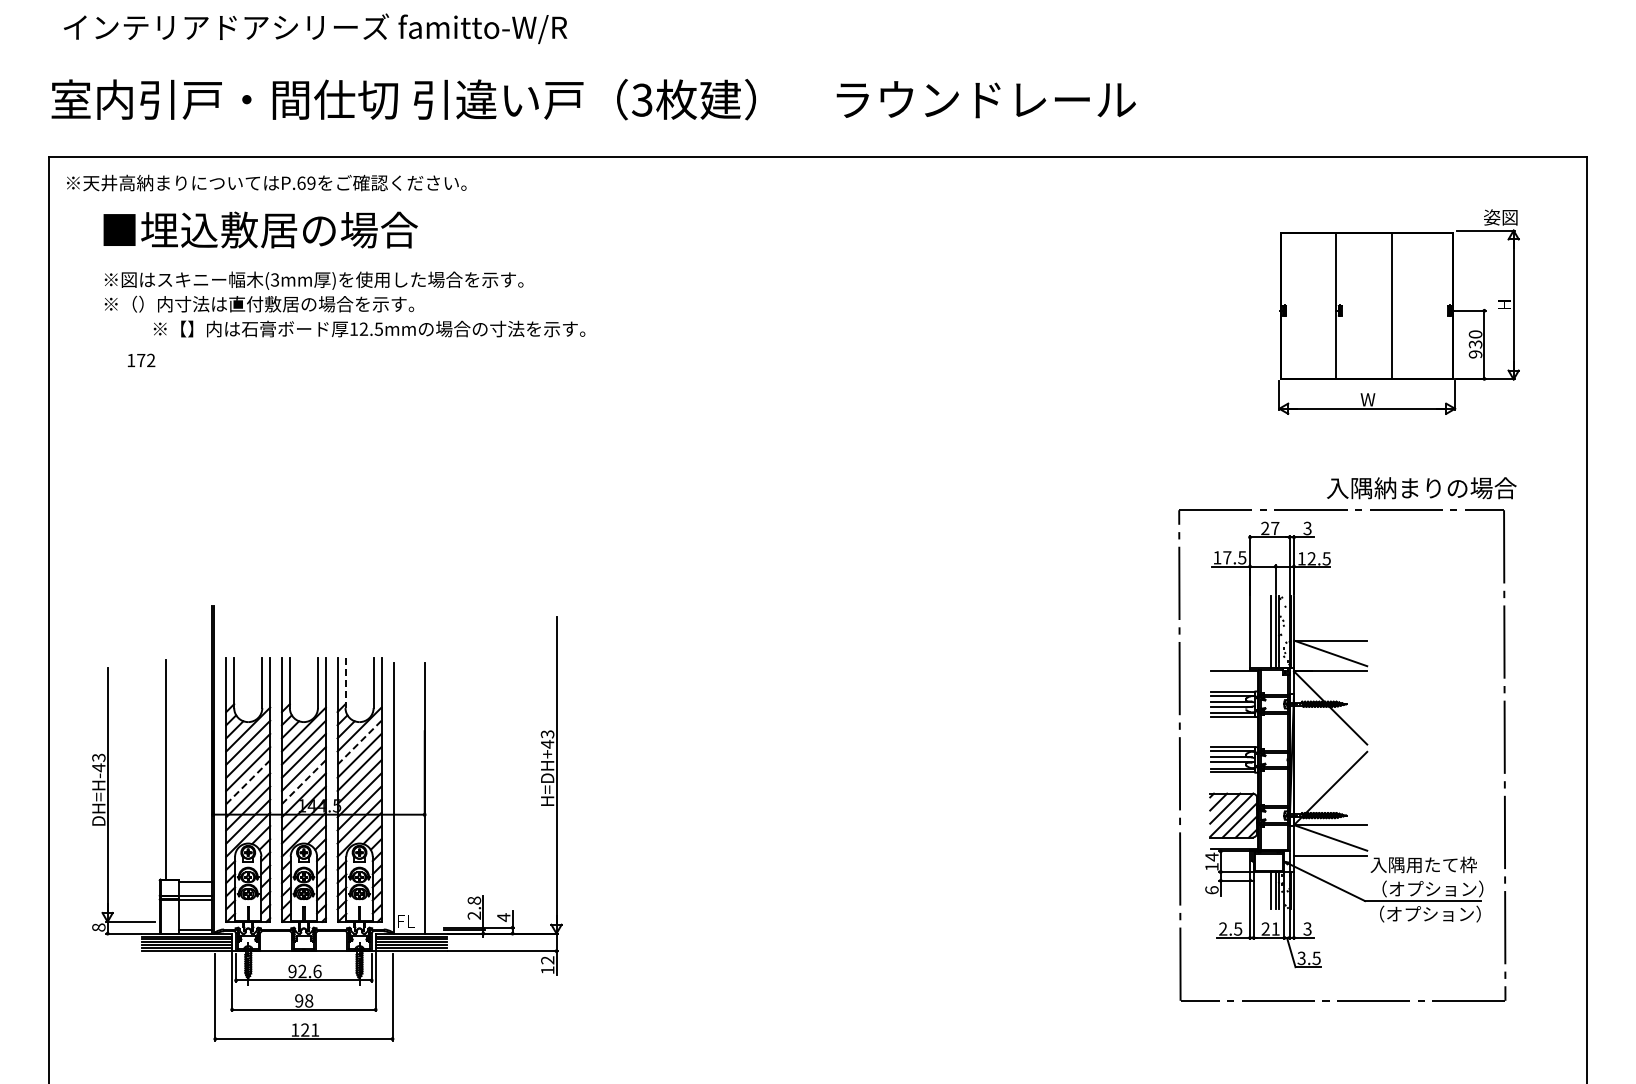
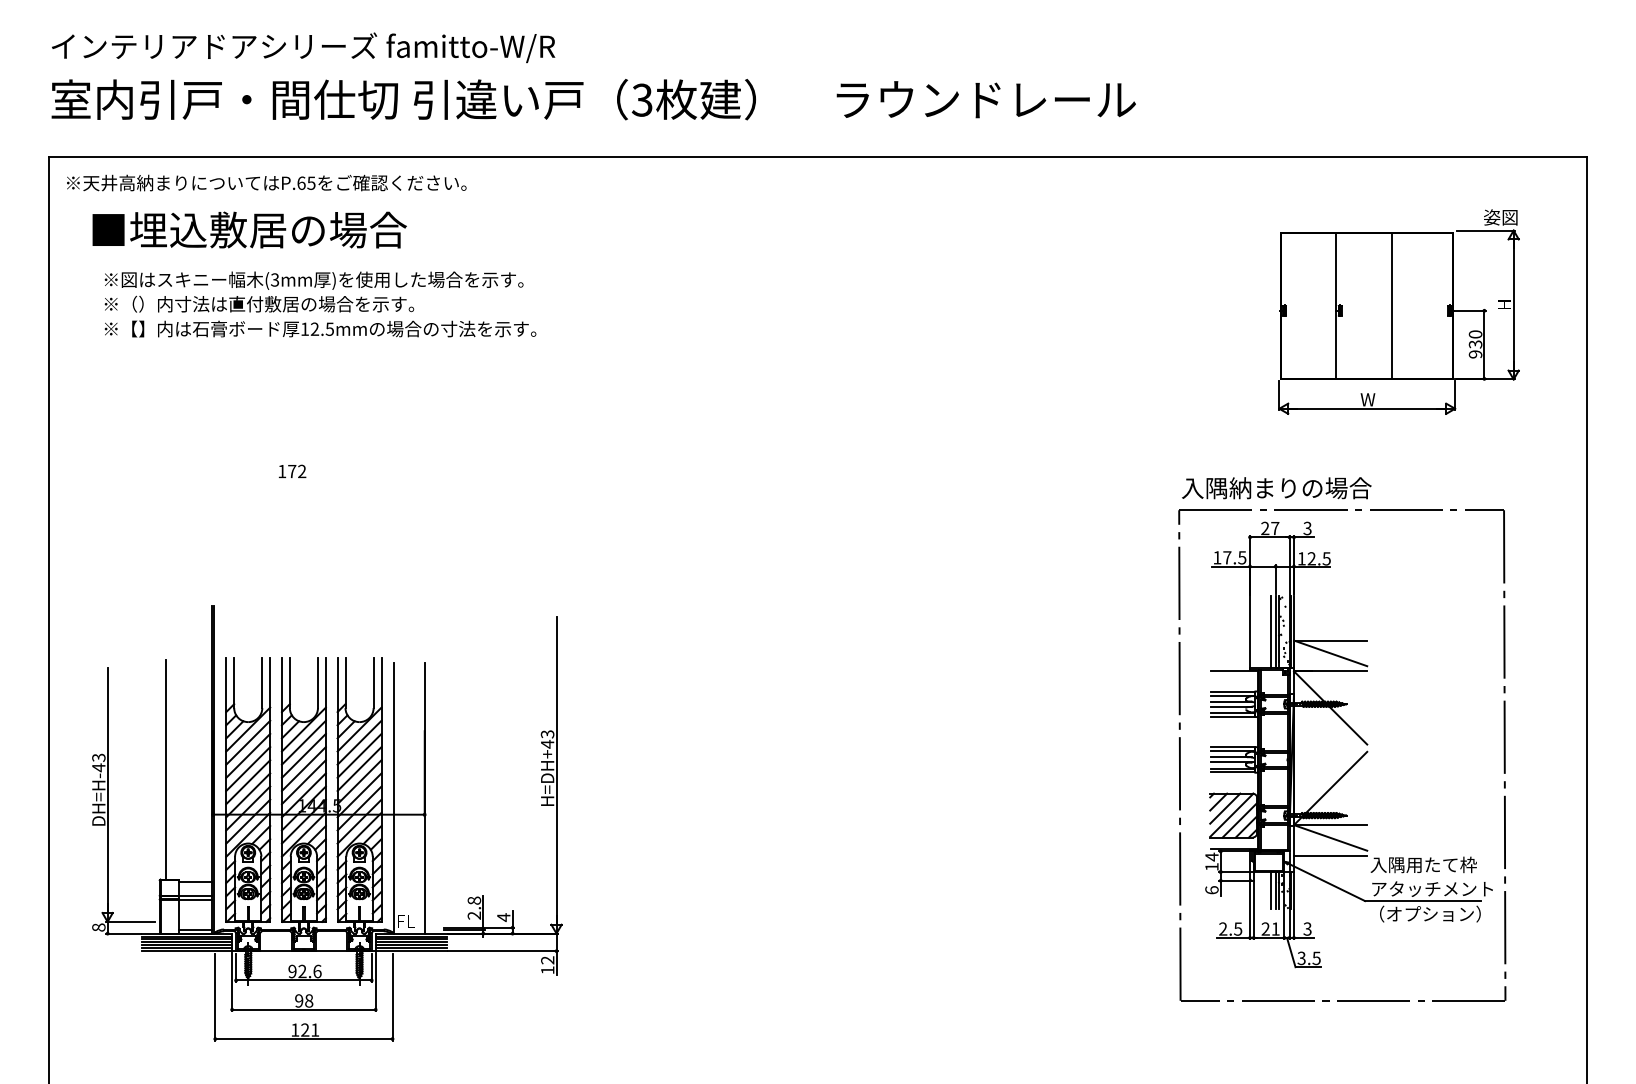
text at (315, 28) position: (315, 28) -> (303, 47)
text at (311, 182): P.69 -> P.65
text at (260, 229) position: (260, 229) -> (249, 229)
text at (369, 328) position: (369, 328) -> (320, 328)
text at (141, 359) position: (141, 359) -> (292, 470)
text at (1421, 488) position: (1421, 488) -> (1276, 488)
line at (345, 683): dashed -> solid
line at (359, 742): dashed -> solid
line at (248, 781): dashed -> solid
line at (304, 781): dashed -> solid
text at (1432, 888): （オプション） -> アタッチメント
